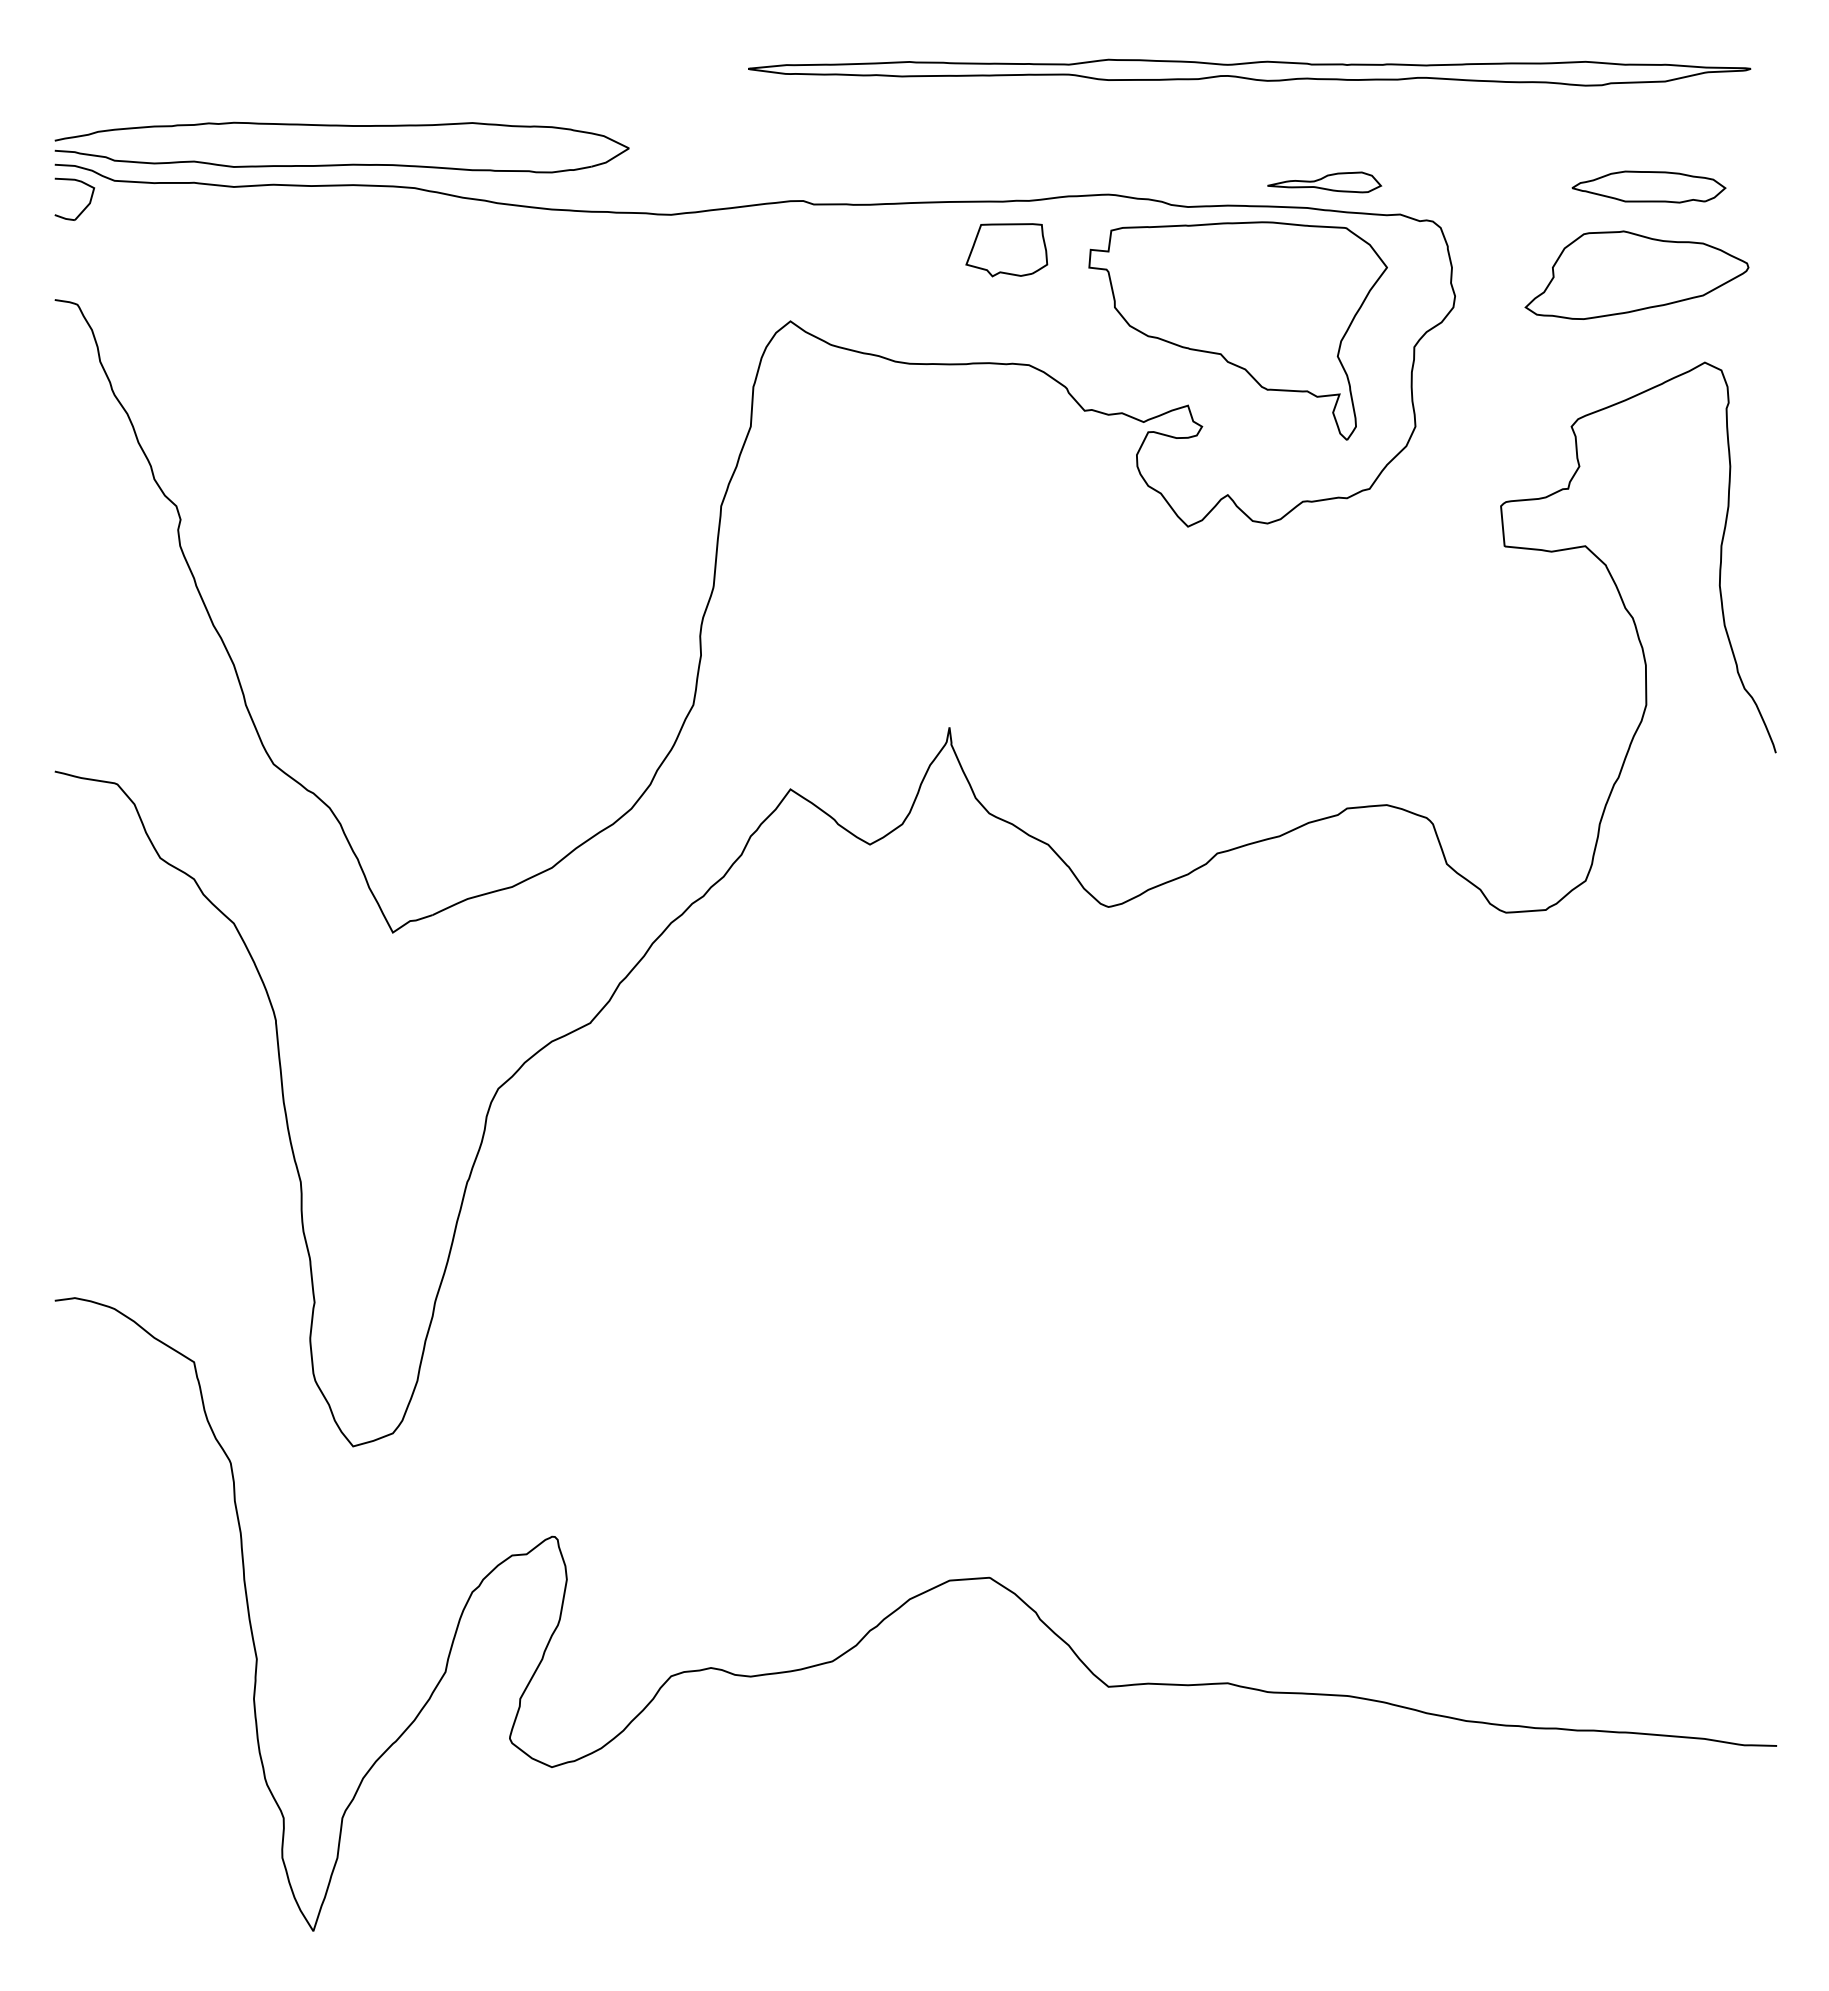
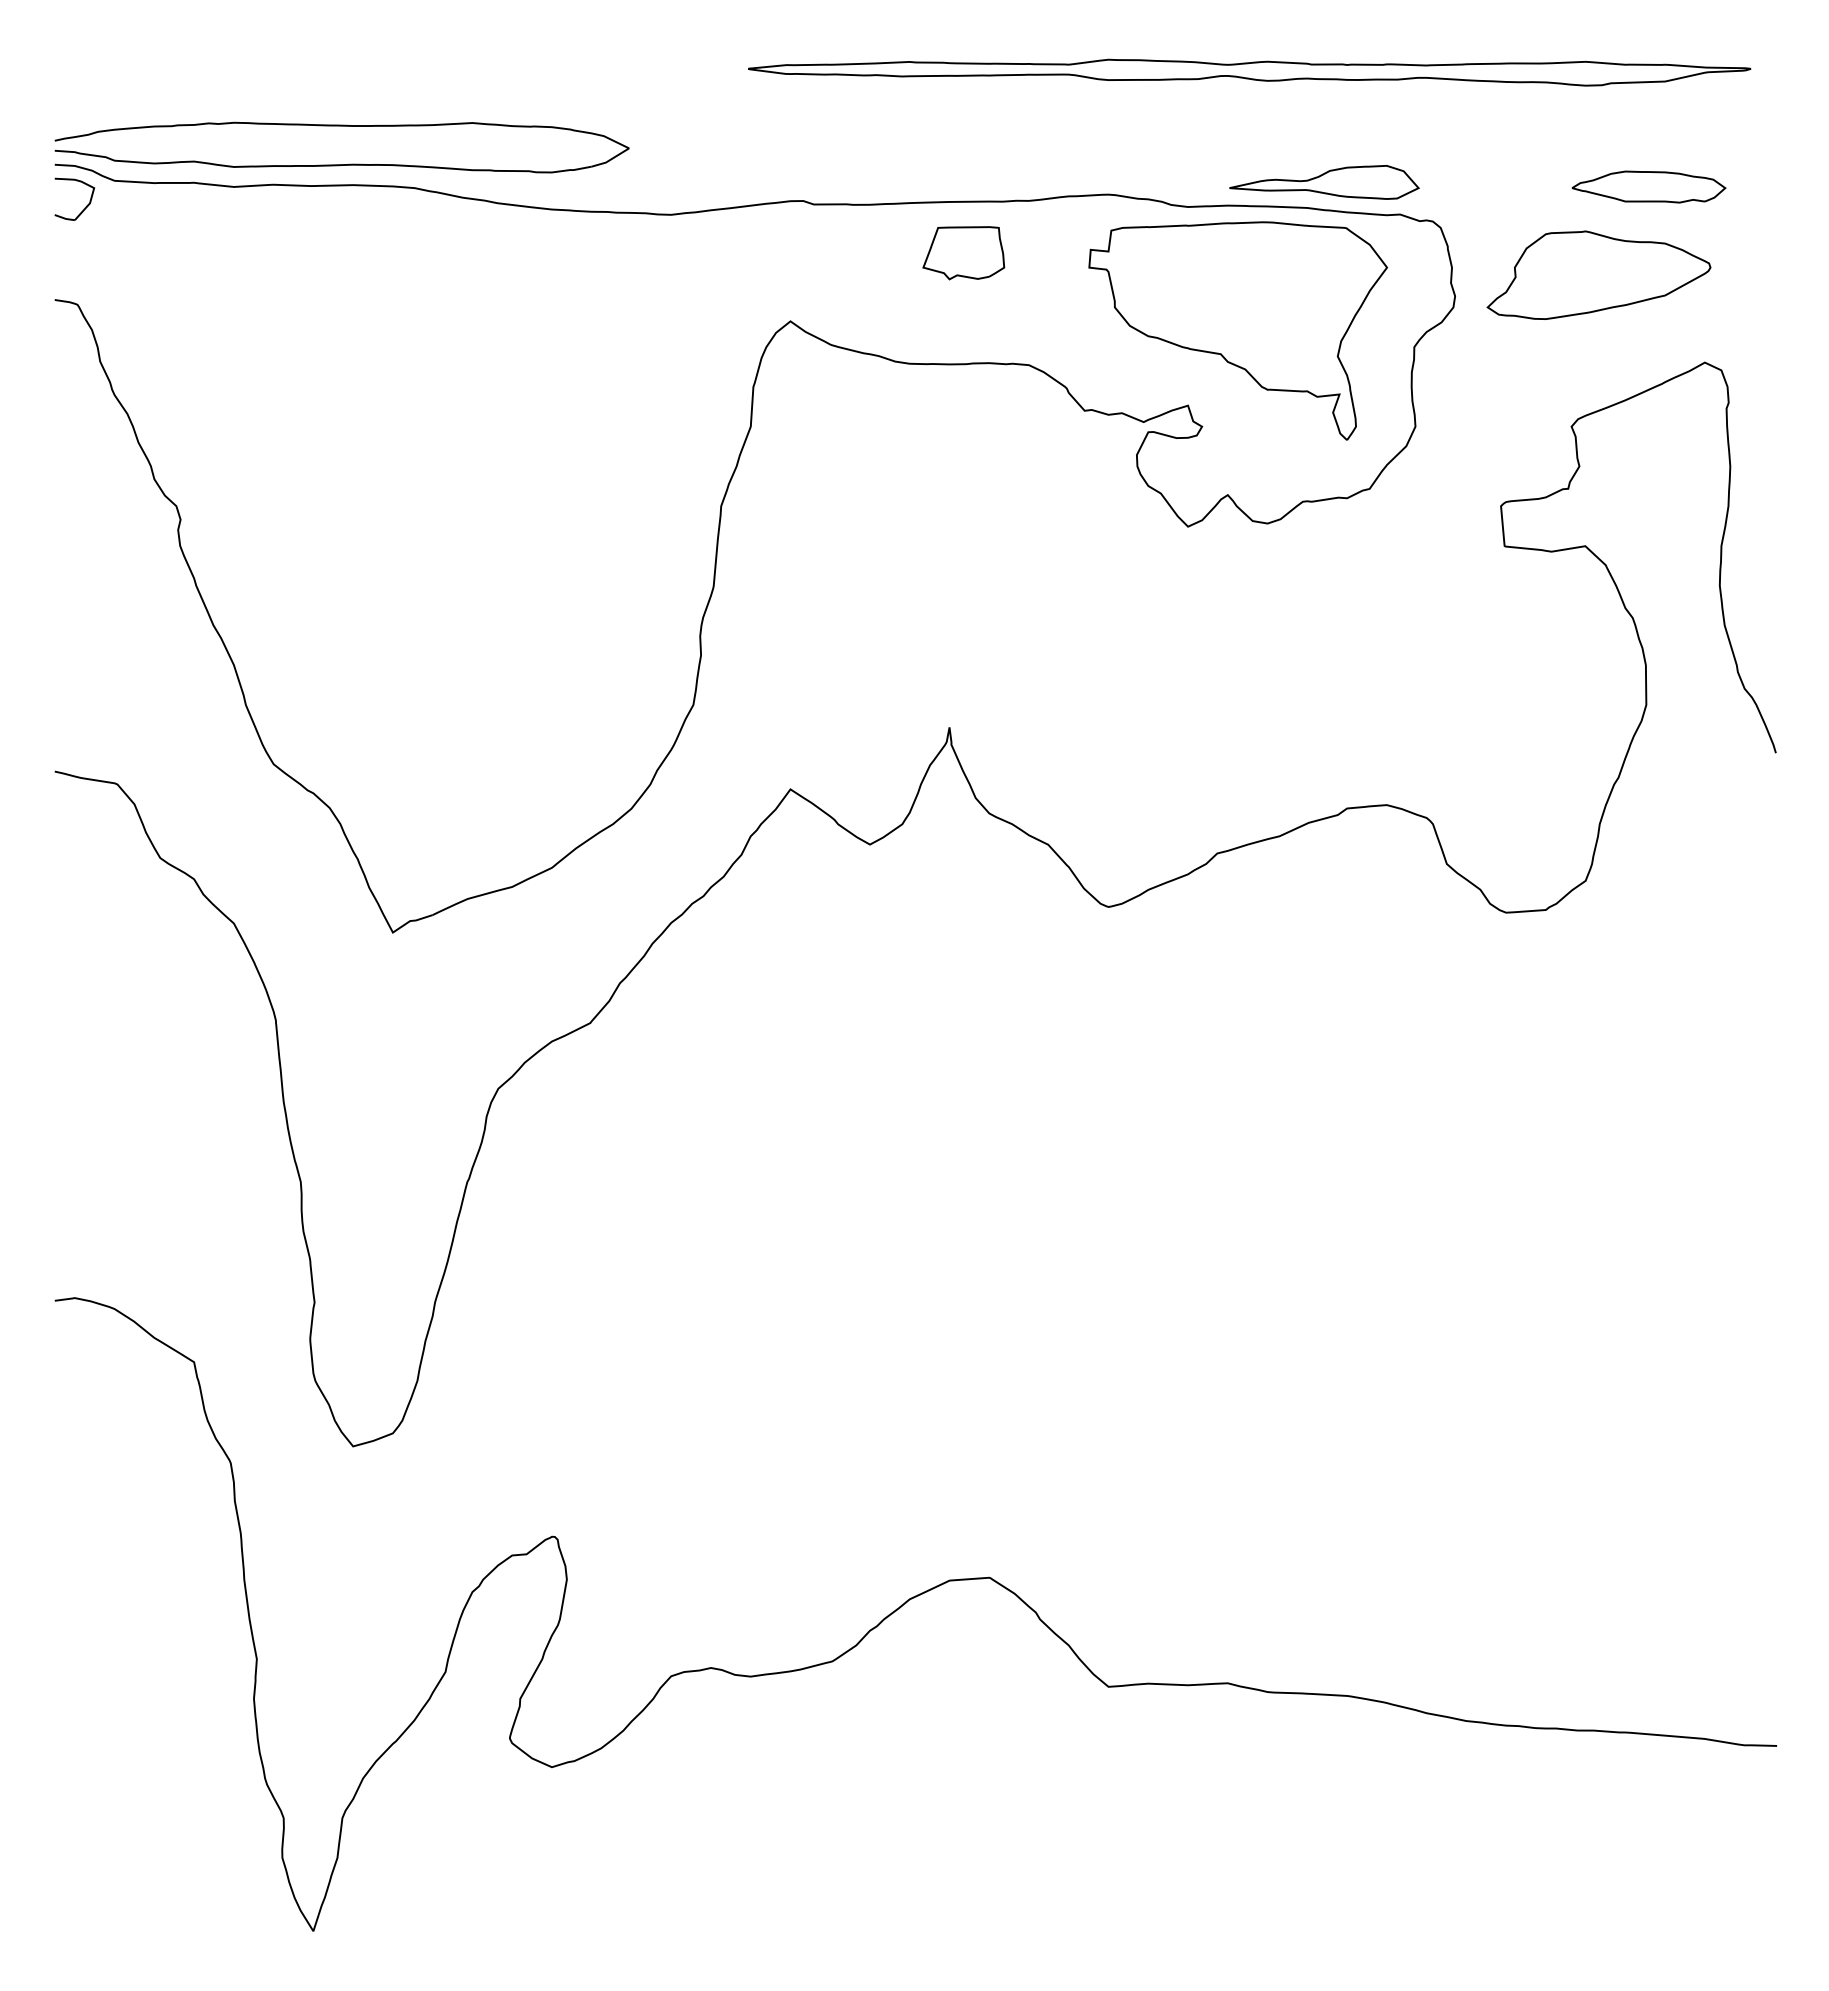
part at (1324, 182) size: 116x23 px -> 191x35 px
part at (1006, 250) position: (1006, 250) -> (963, 253)
part at (1636, 274) position: (1636, 274) -> (1598, 274)
